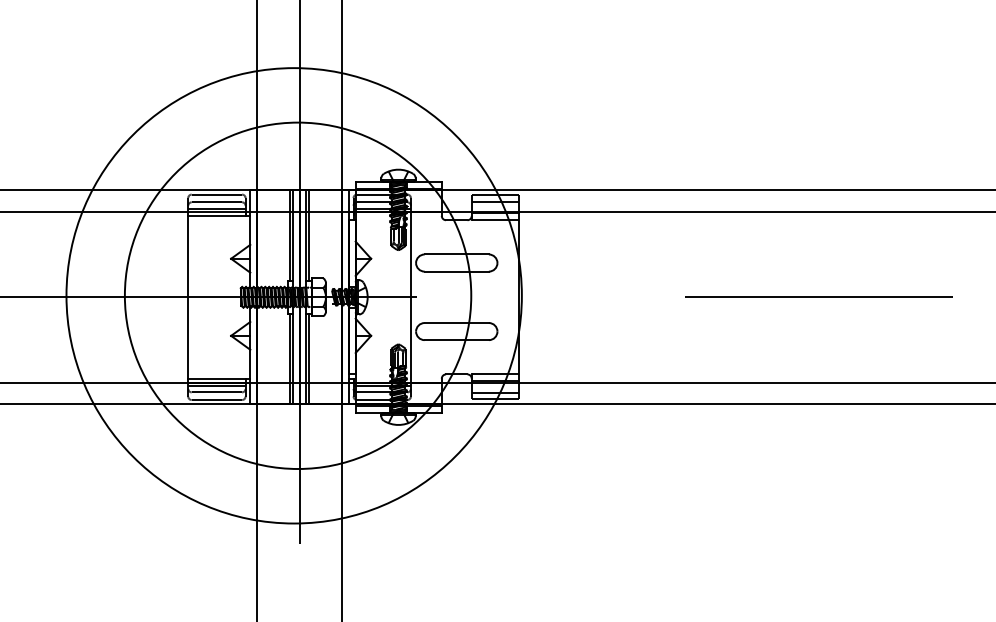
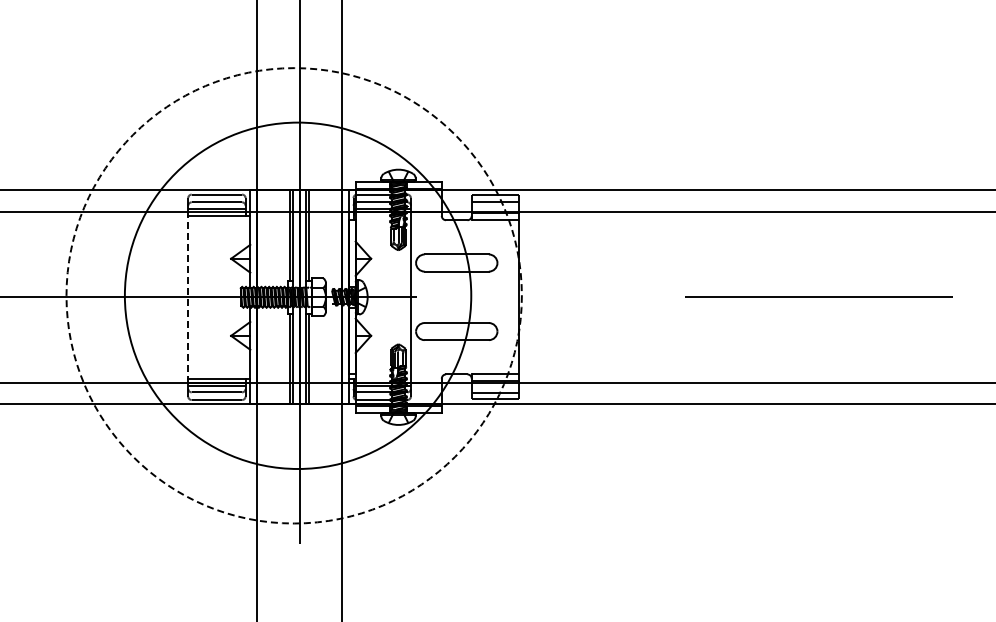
circle at (293, 295): solid -> dashed
line at (188, 297): solid -> dashed
